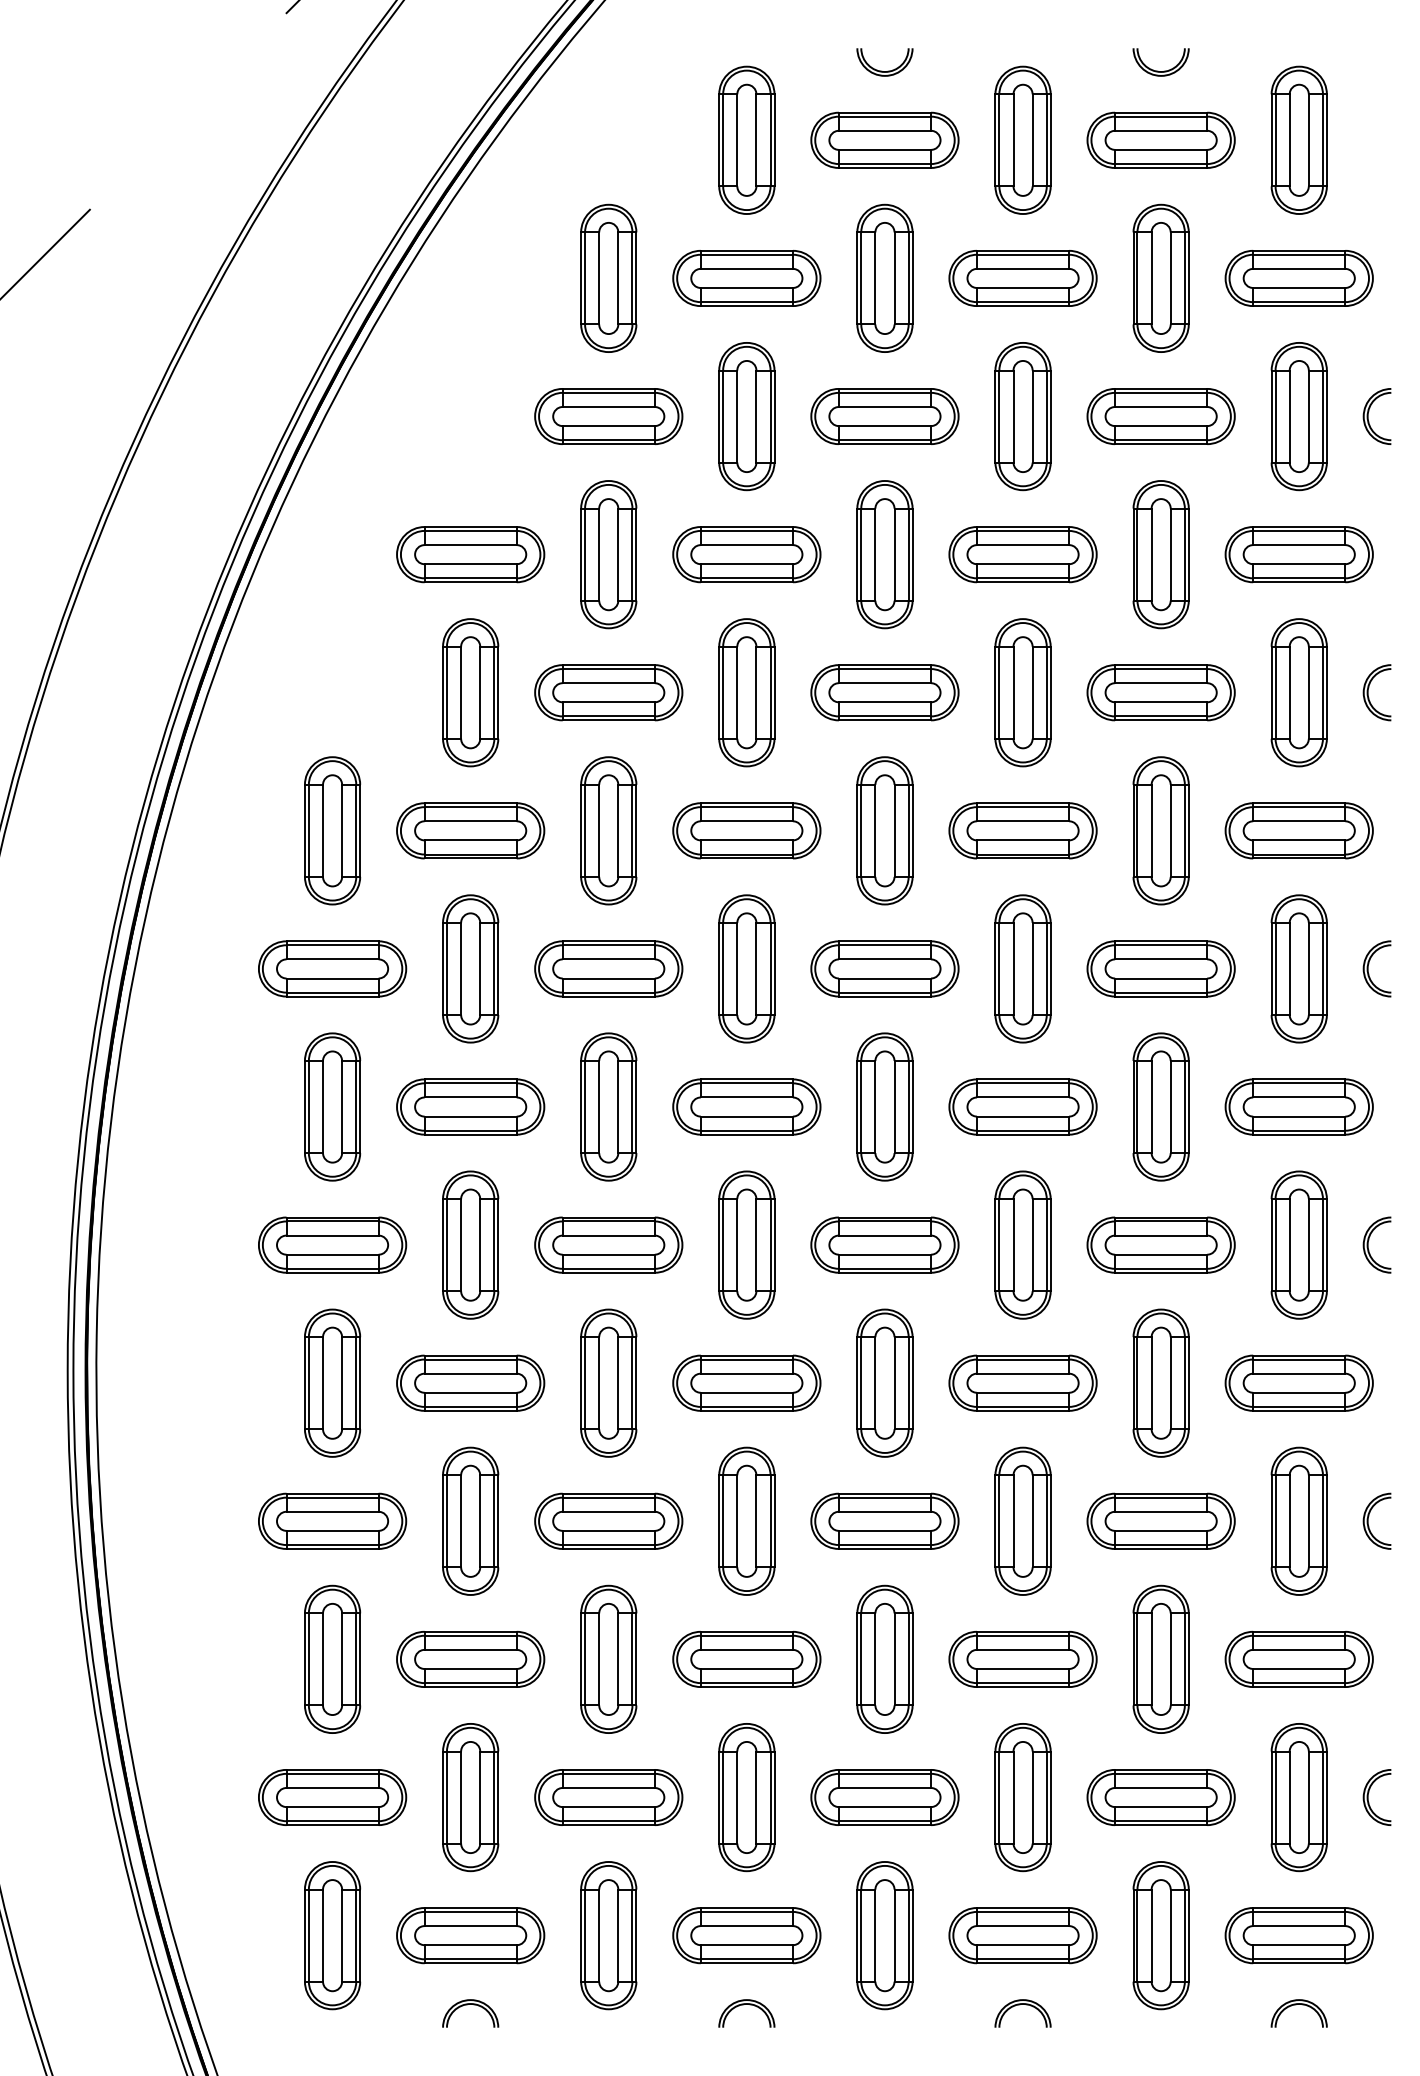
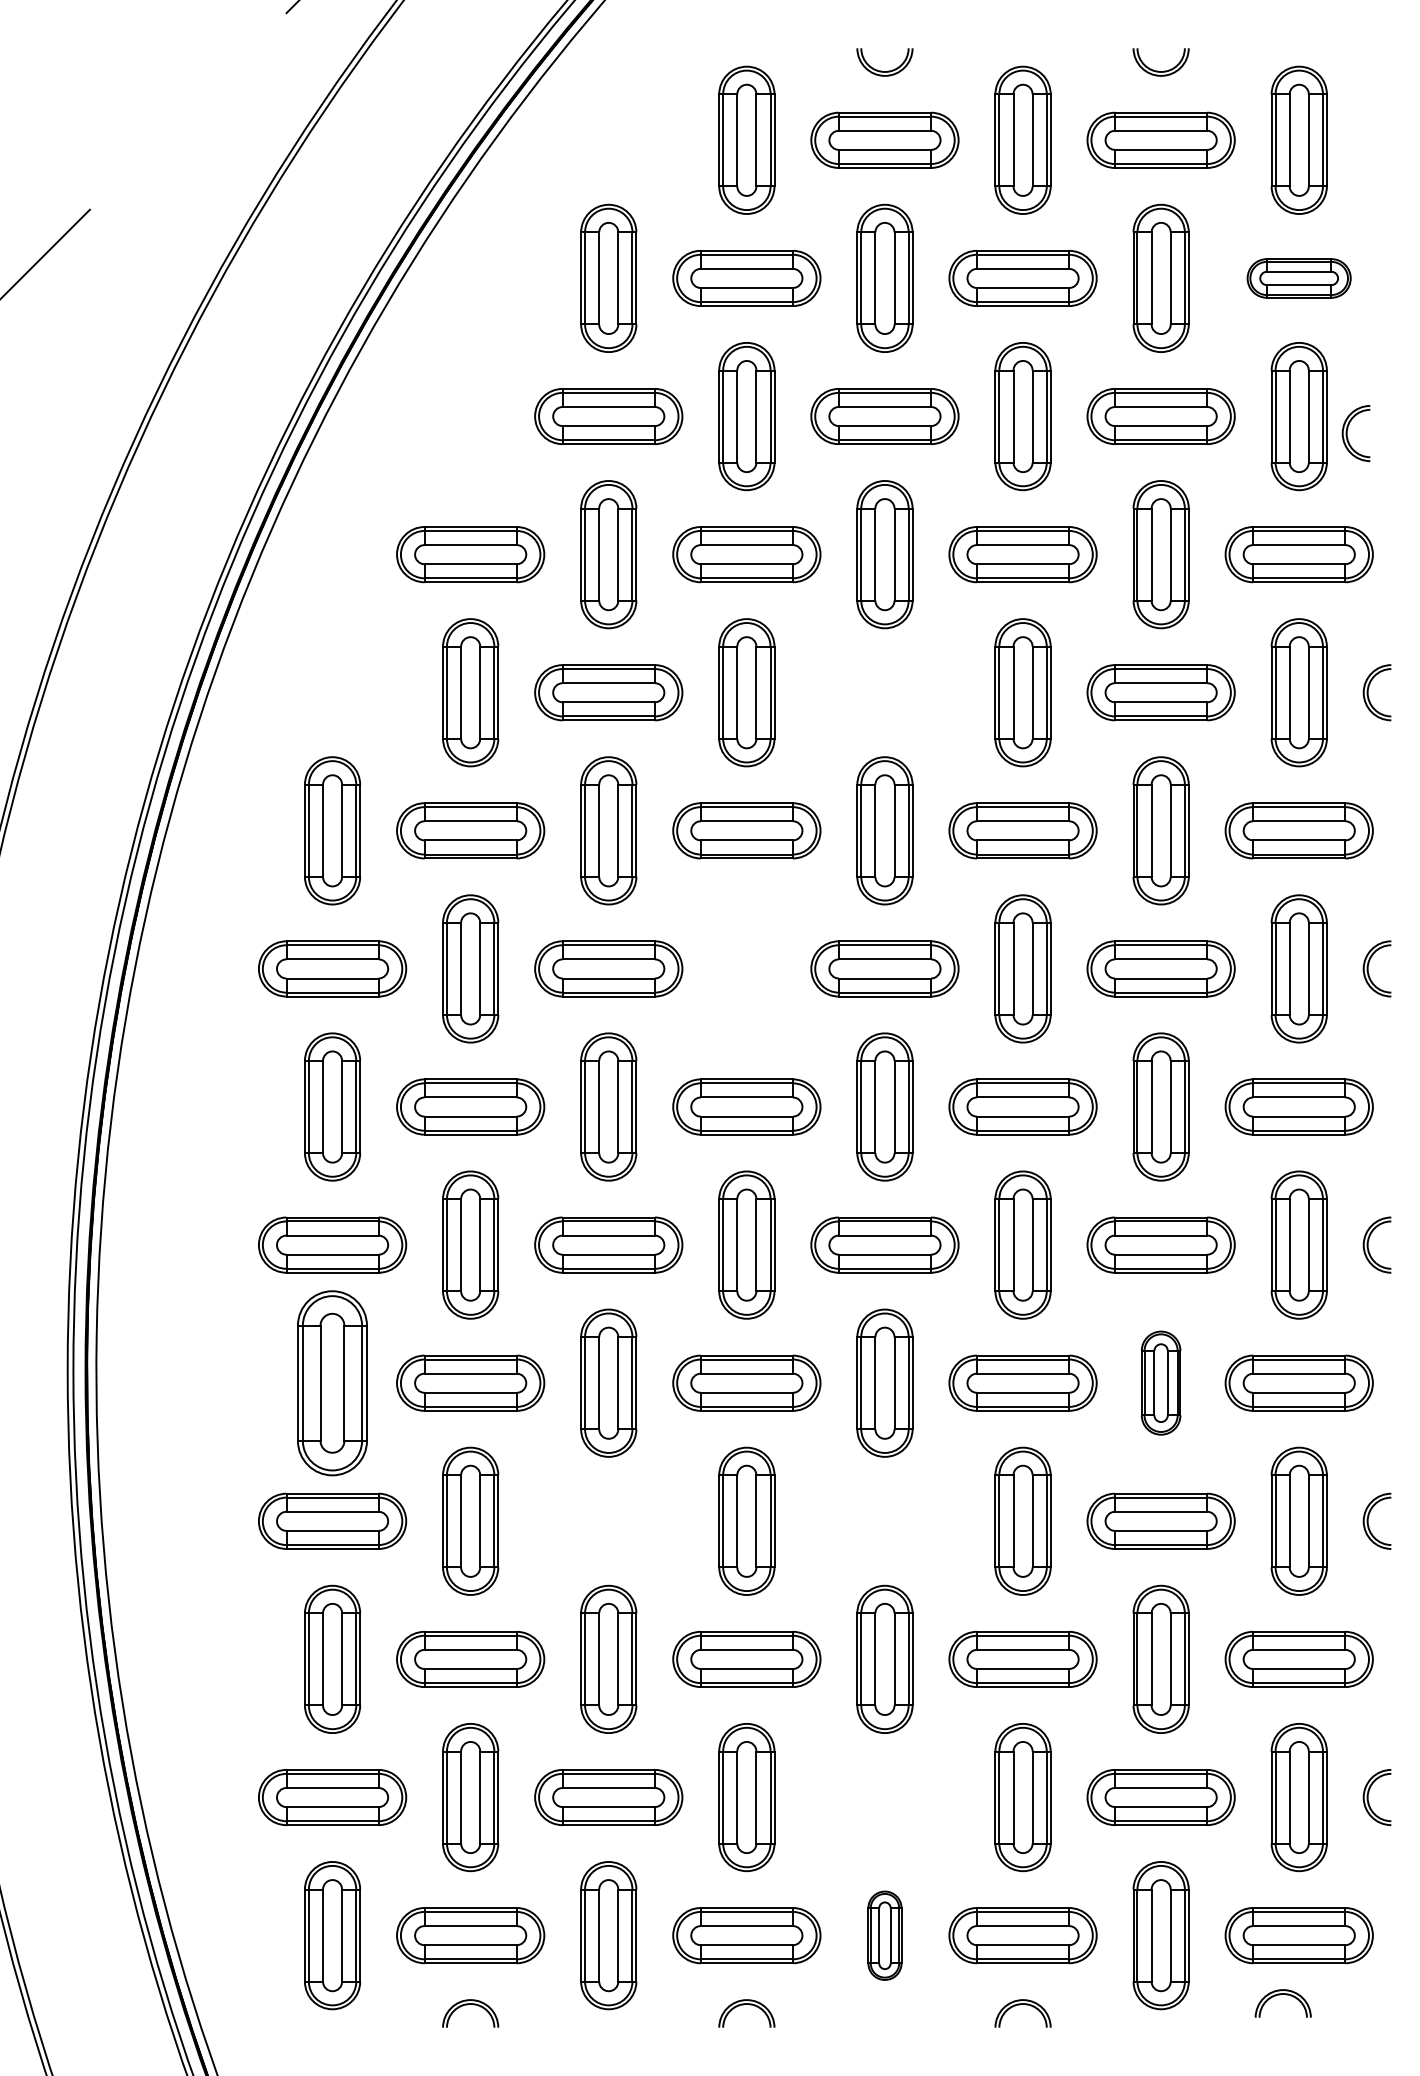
part at (1298, 278) size: 150x57 px -> 106x41 px
part at (1368, 416) position: (1368, 416) -> (1347, 433)
part at (884, 692): present -> none
part at (746, 968): present -> none
part at (332, 1382) size: 58x150 px -> 71x187 px
part at (1160, 1382) size: 58x150 px -> 42x106 px
part at (608, 1520): present -> none
part at (884, 1520): present -> none
part at (884, 1797): present -> none
part at (884, 1935) size: 58x150 px -> 36x91 px
part at (1296, 2005) position: (1296, 2005) -> (1280, 1995)
